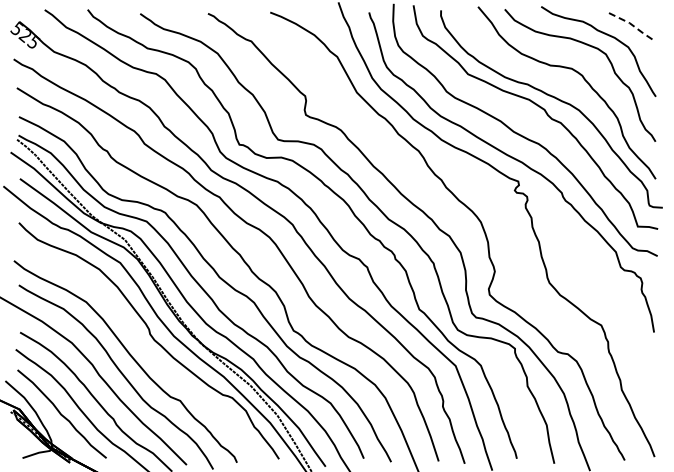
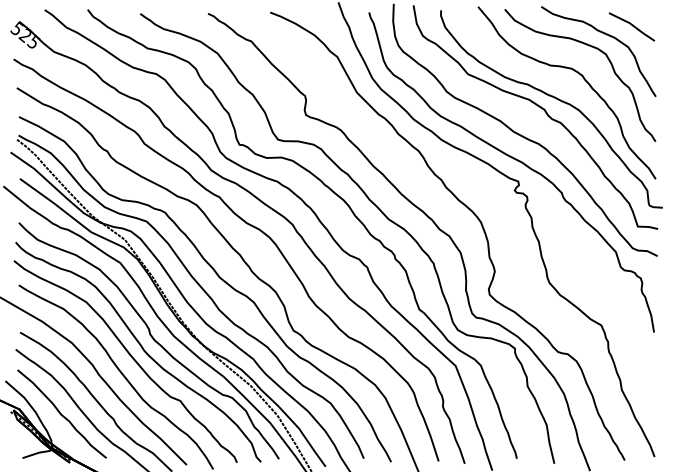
line at (633, 26): dashed -> solid
curve at (141, 348): none -> present
